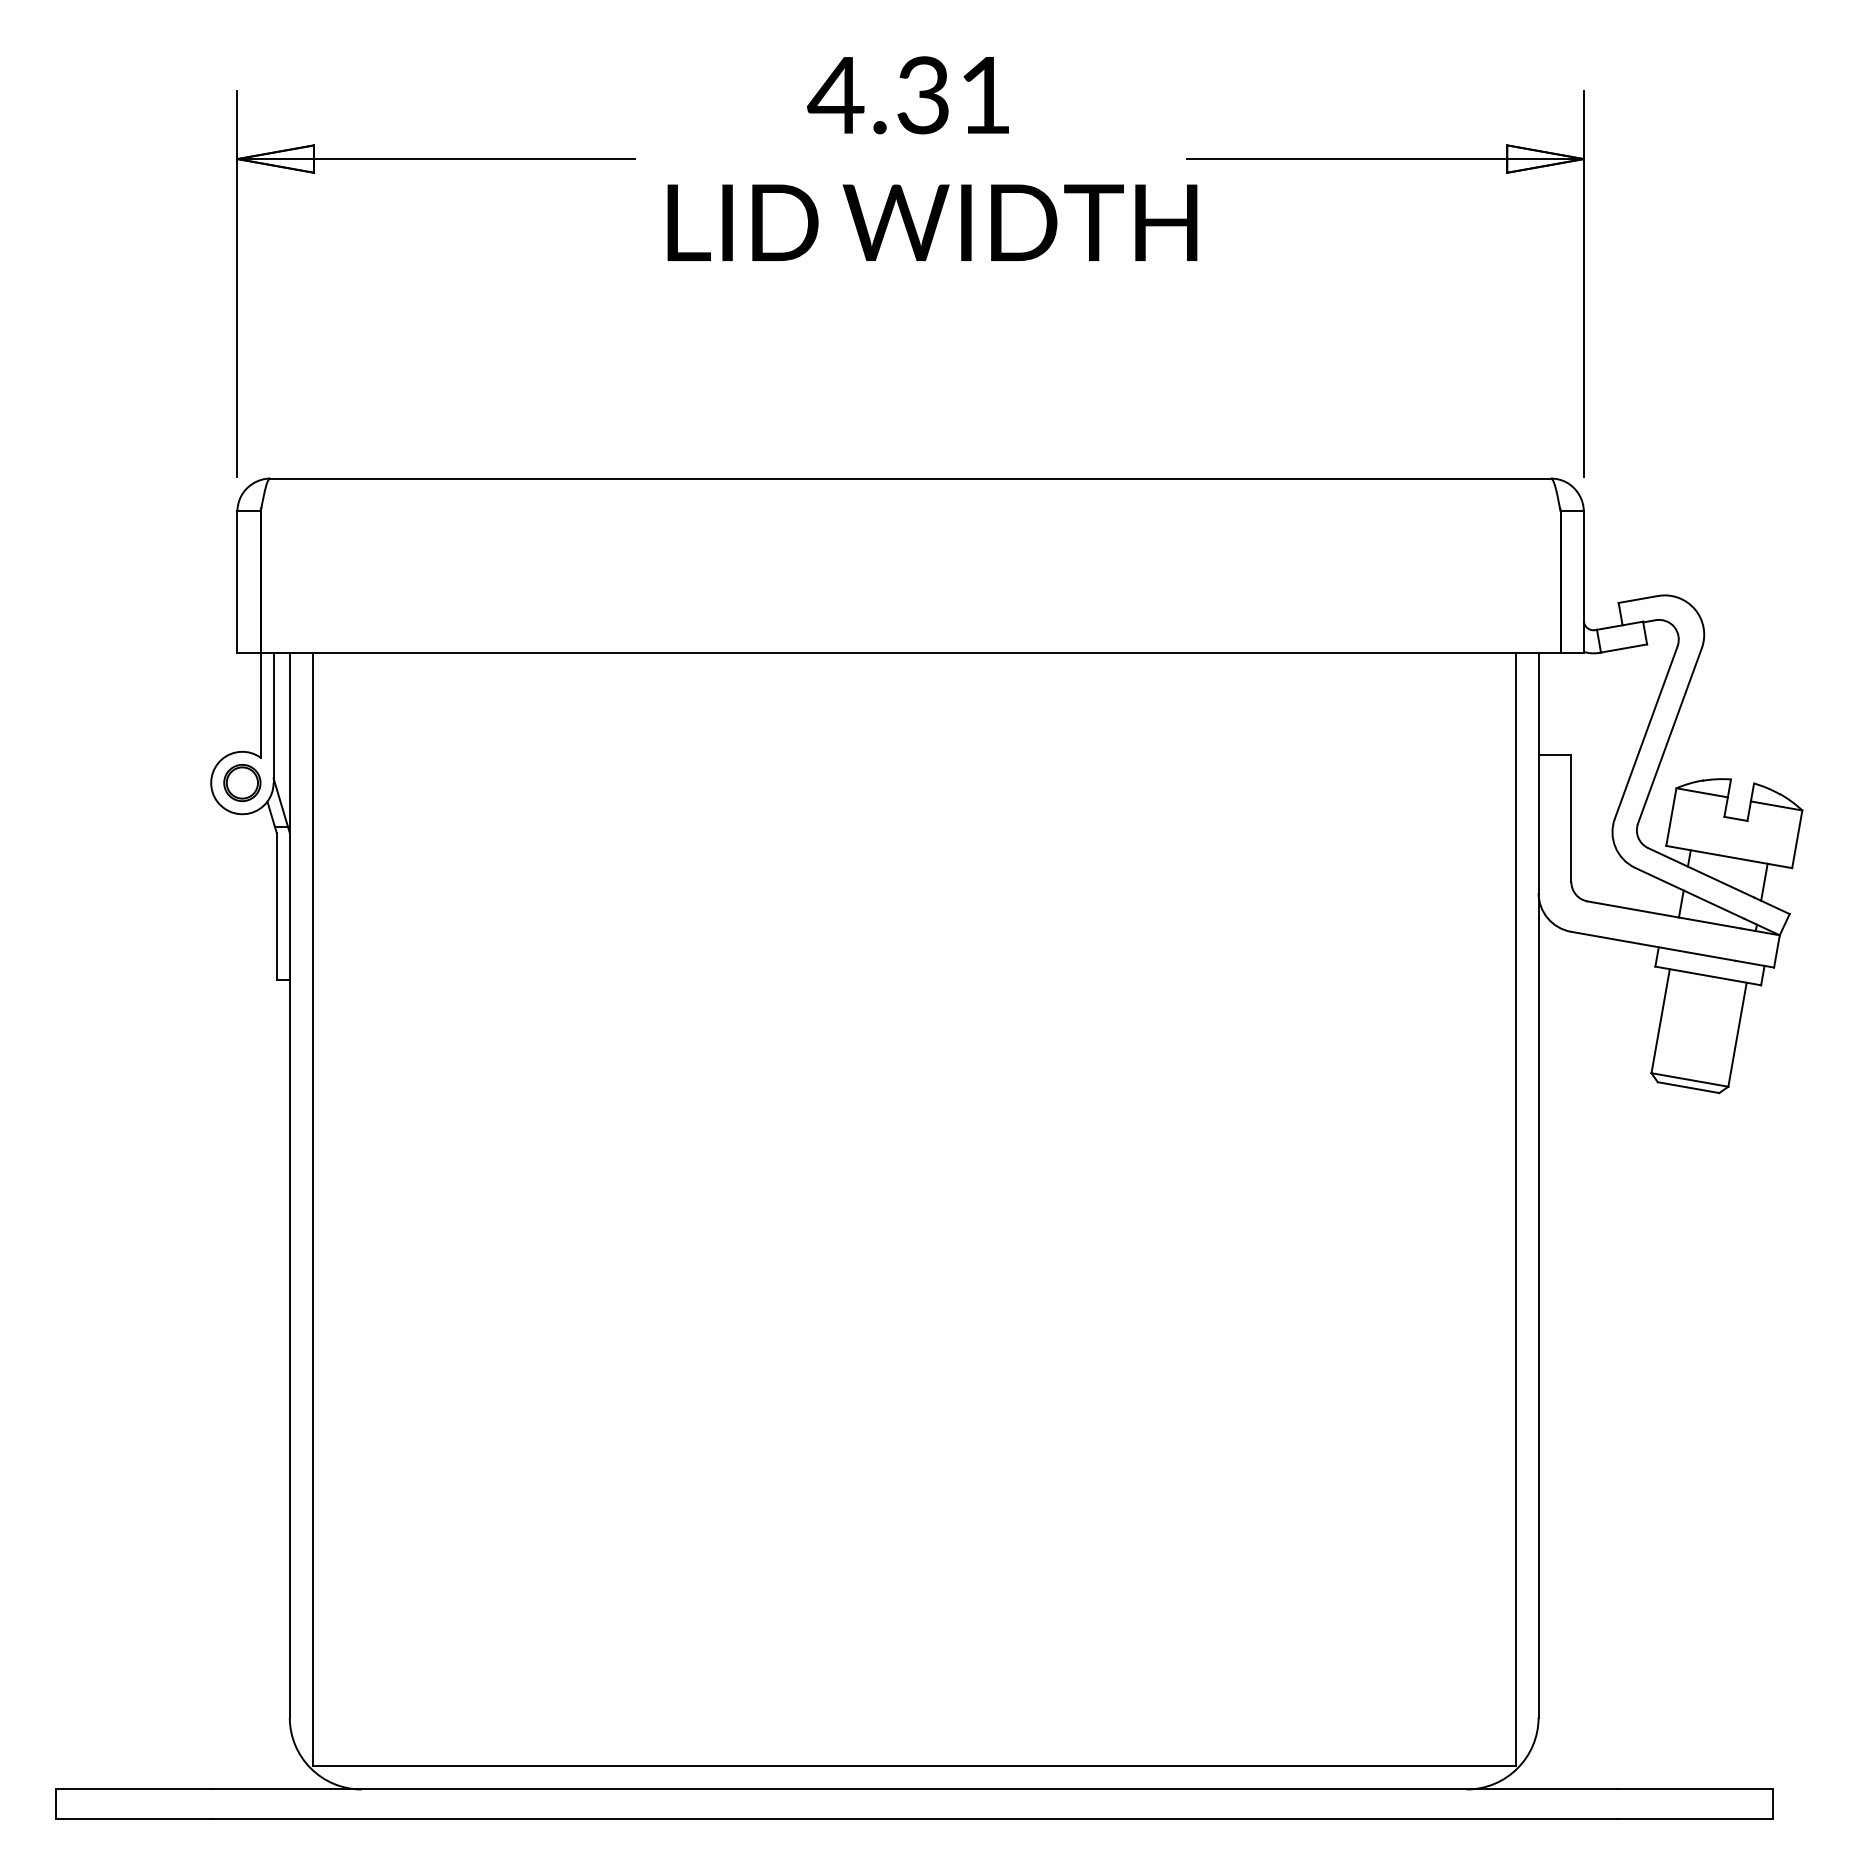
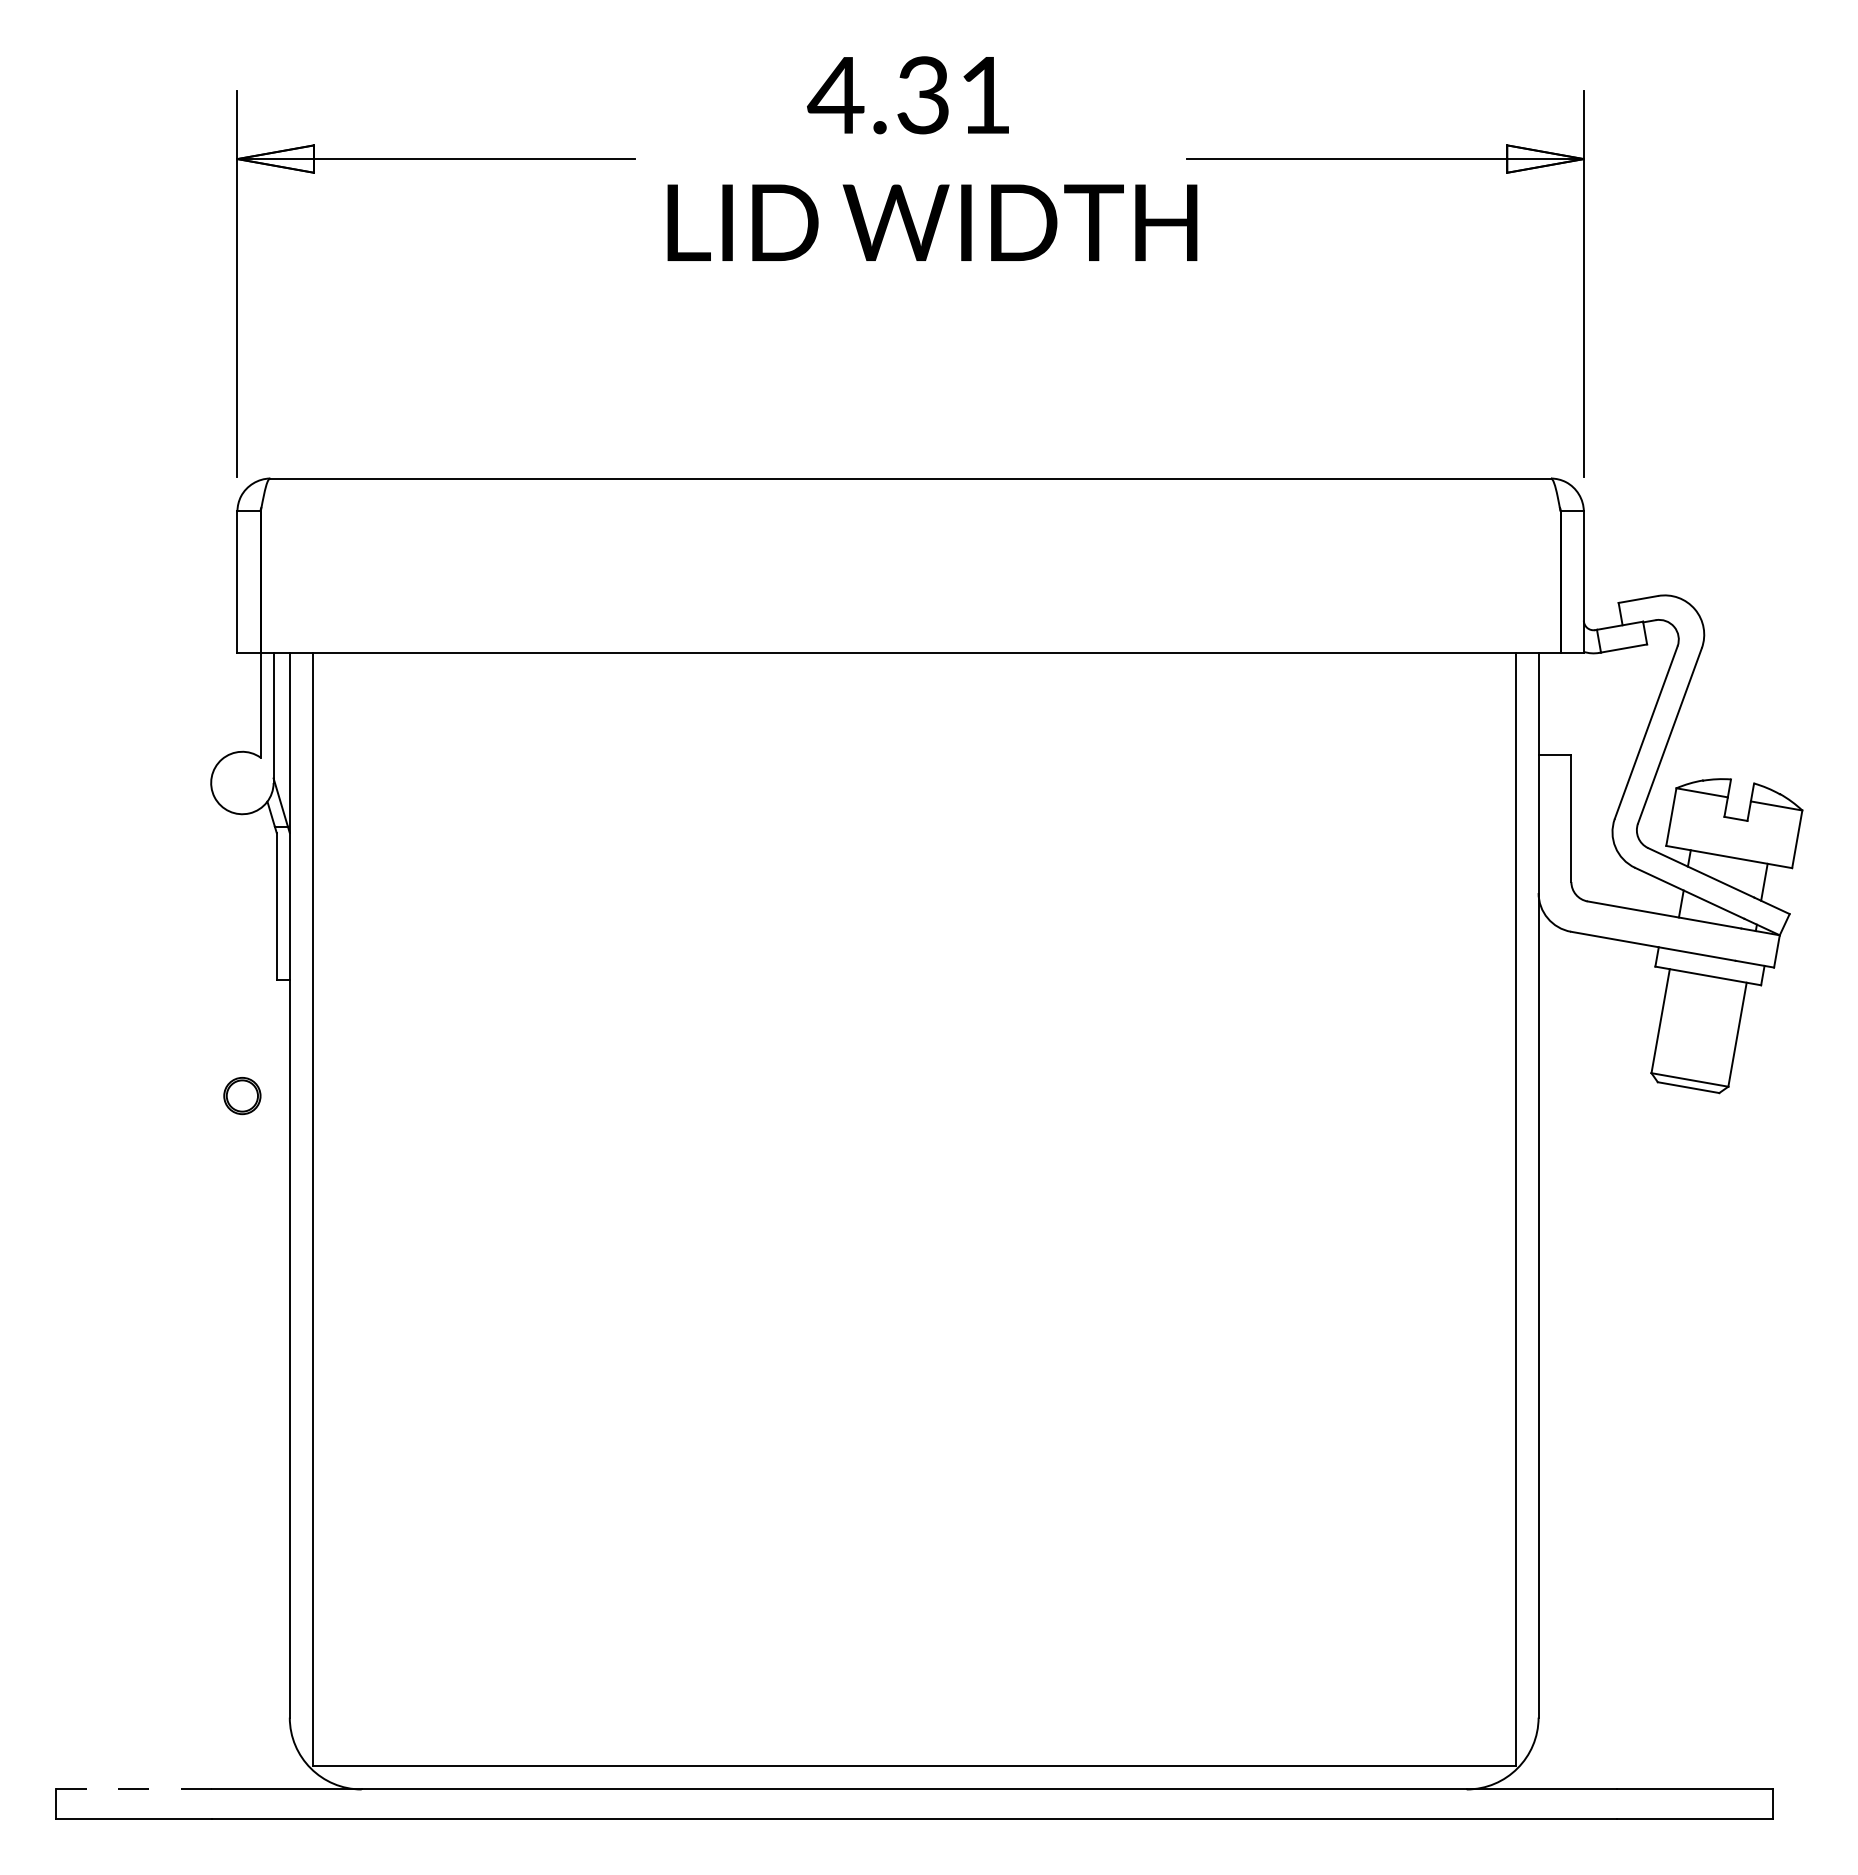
part at (242, 783) position: (242, 783) -> (242, 1096)
line at (134, 1789): solid -> dashed
